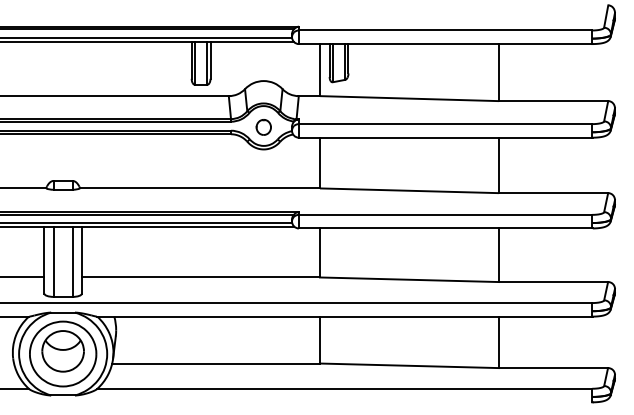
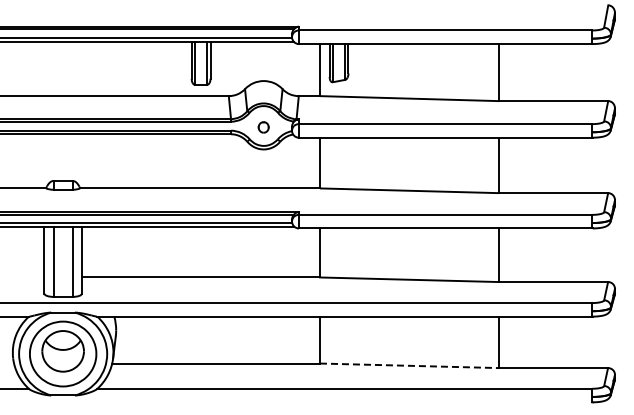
part at (263, 127) size: 17x17 px -> 13x13 px
line at (23, 277): present -> none
line at (409, 365): solid -> dashed
